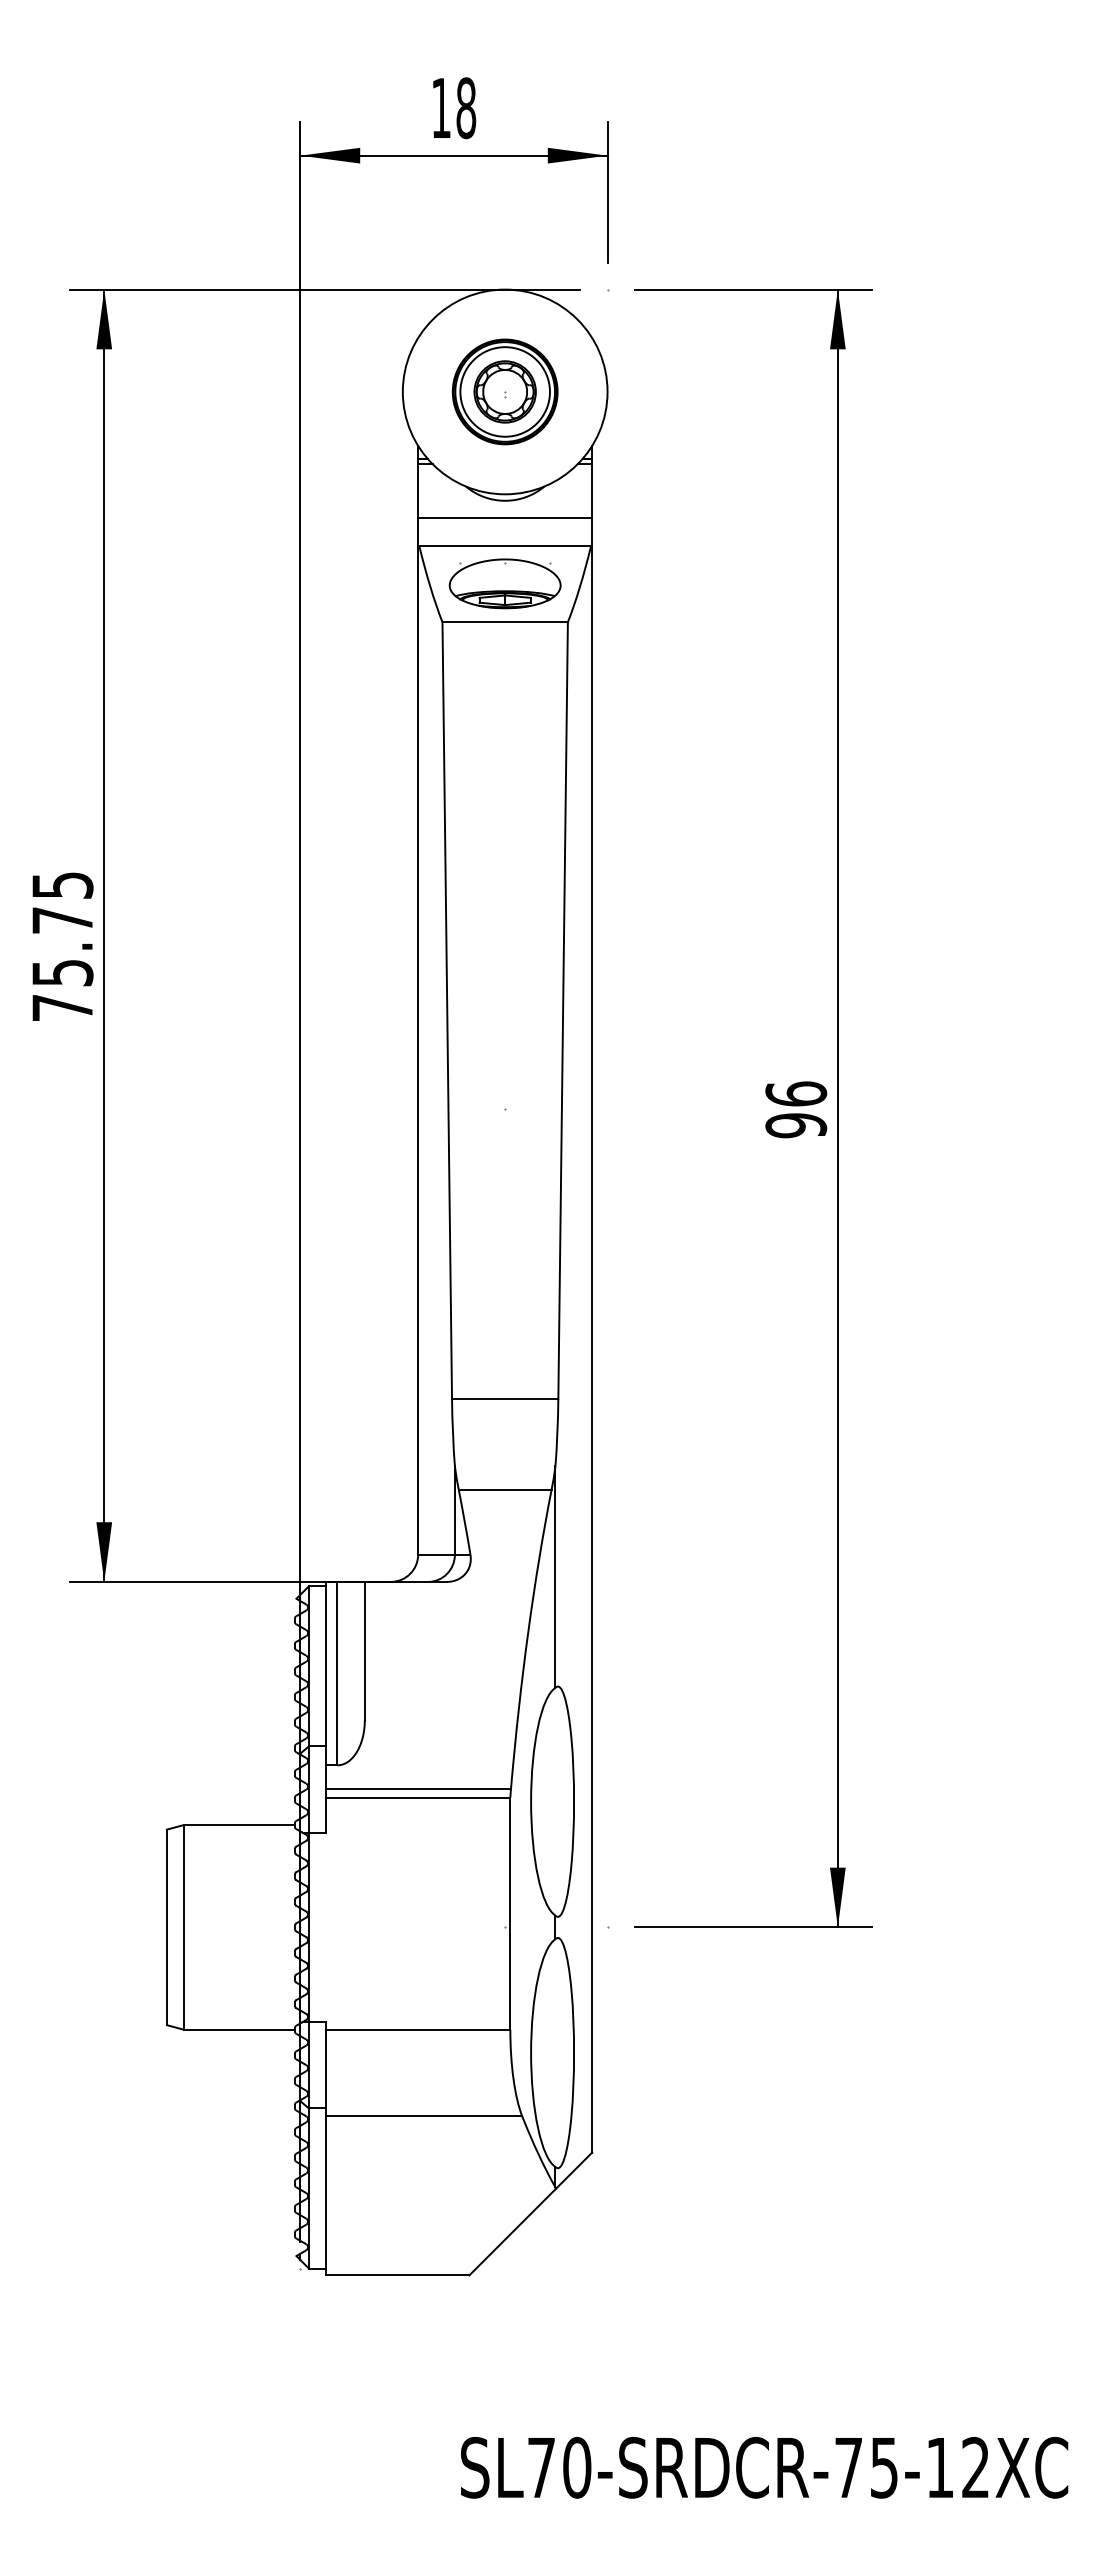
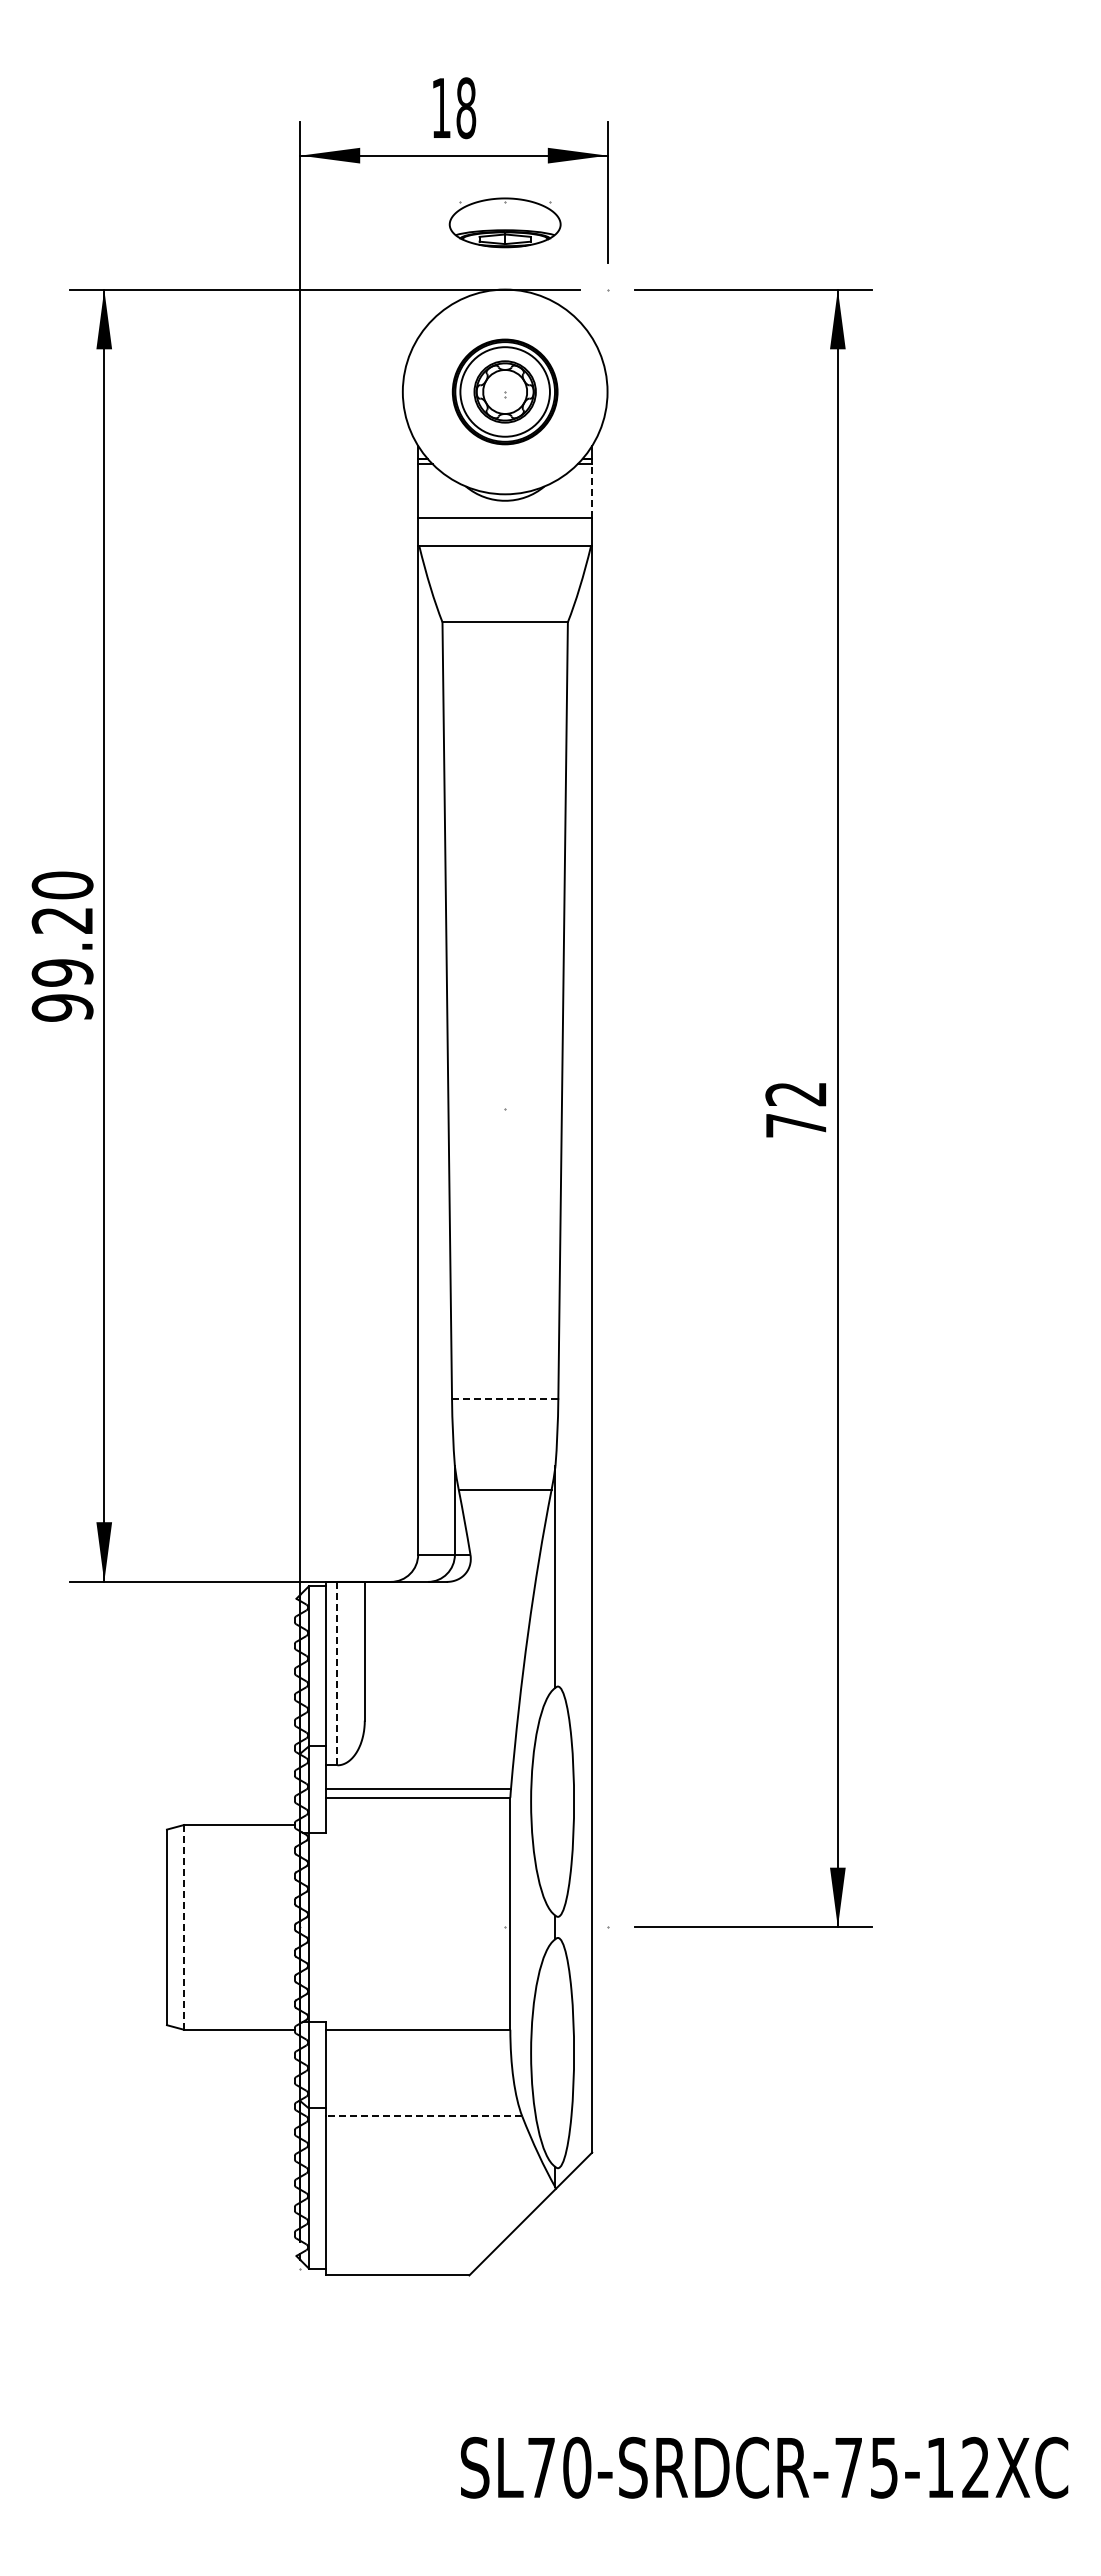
line at (592, 491): solid -> dashed
part at (504, 583) position: (504, 583) -> (504, 222)
text at (62, 946): 75.75 -> 99.20
text at (796, 1109): 96 -> 72
line at (504, 1398): solid -> dashed
line at (337, 1673): solid -> dashed
line at (184, 1927): solid -> dashed
line at (423, 2116): solid -> dashed
